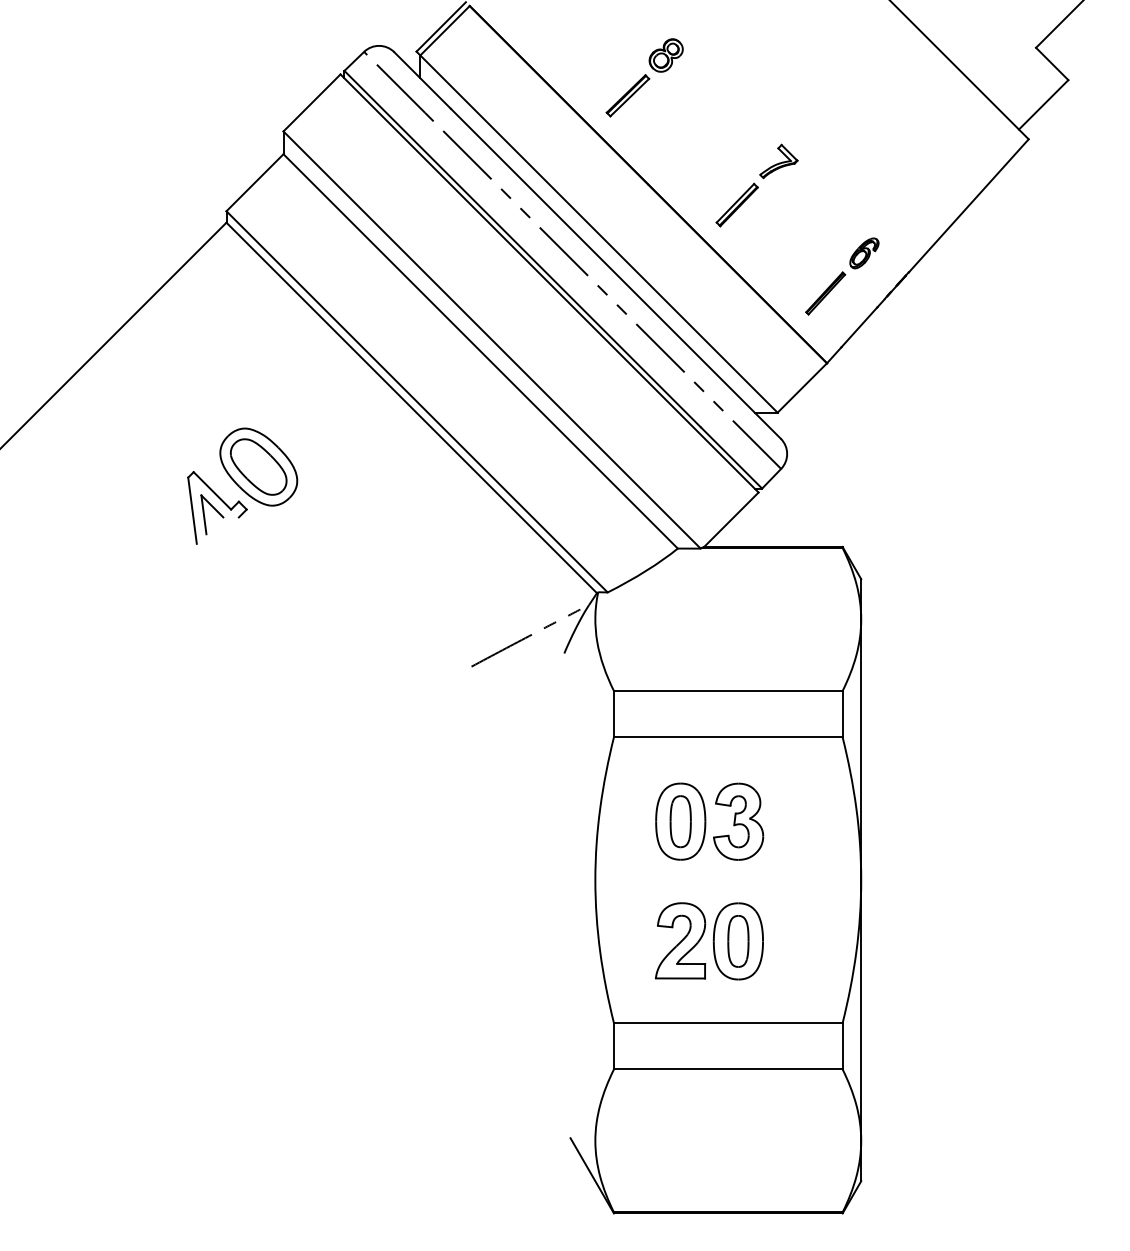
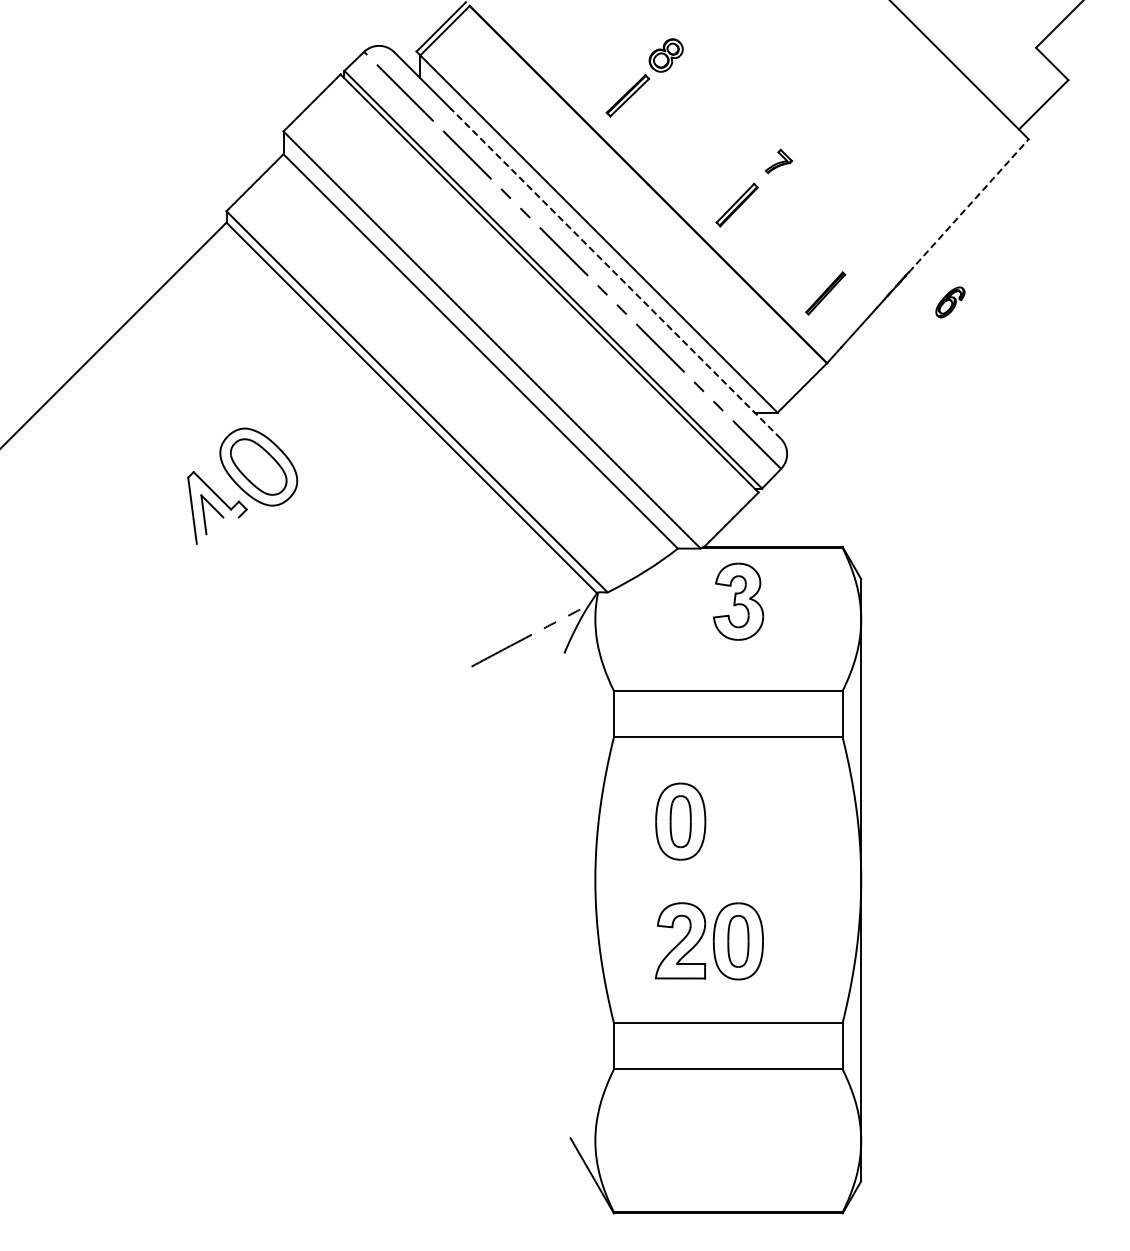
part at (778, 161) size: 40x37 px -> 29x27 px
line at (969, 205): solid -> dashed
part at (864, 253) position: (864, 253) -> (950, 302)
line at (615, 273): solid -> dashed
part at (738, 821) position: (738, 821) -> (738, 601)
